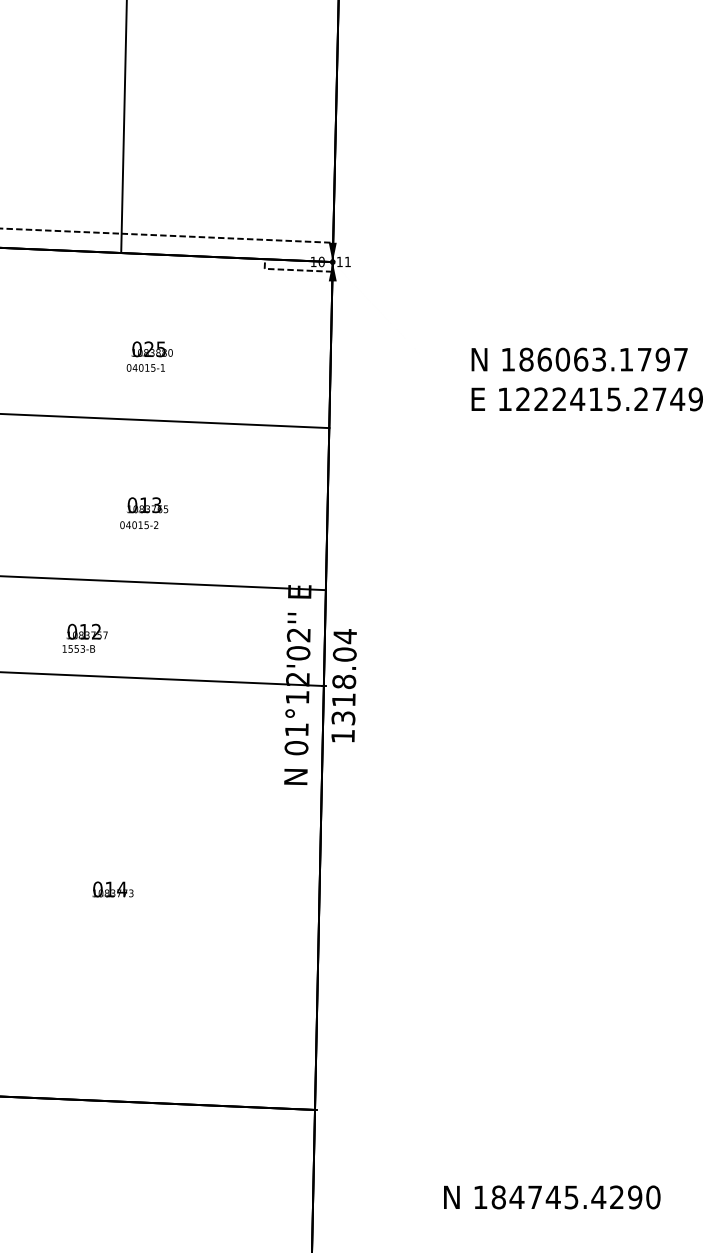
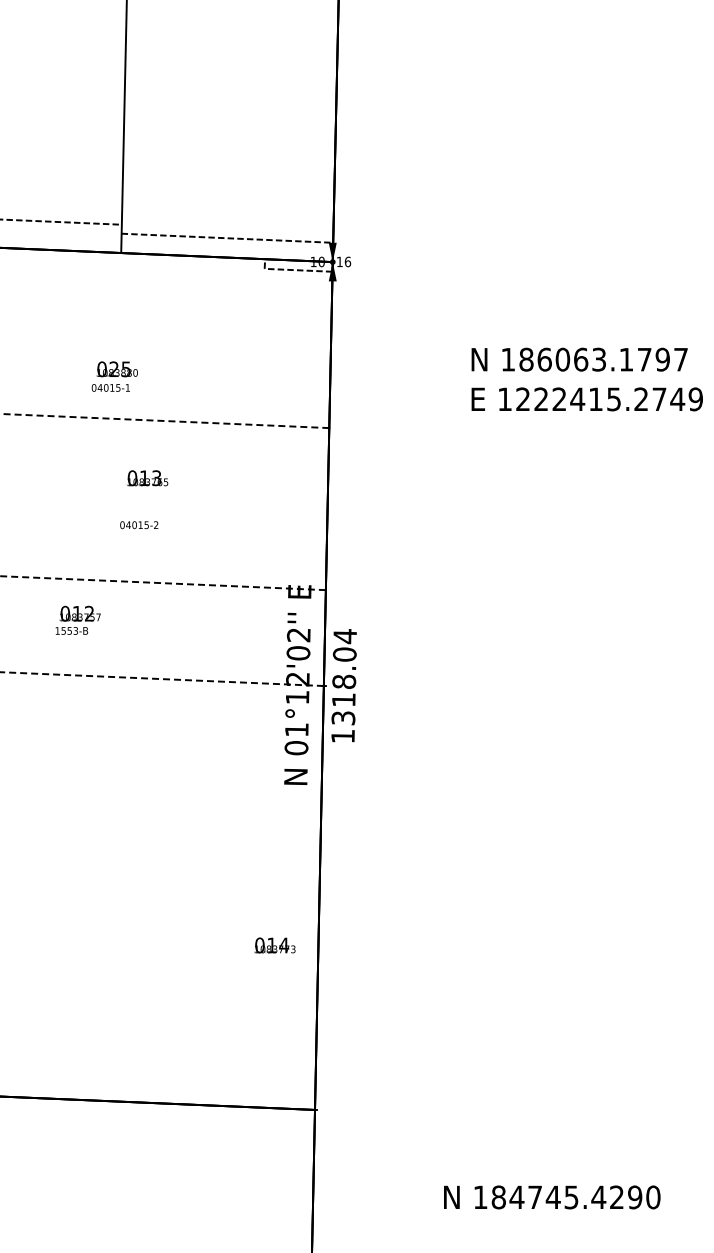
line at (61, 230) position: (61, 230) -> (61, 221)
text at (347, 261): 11 -> 16
text at (149, 356) position: (149, 356) -> (114, 376)
line at (164, 421): solid -> dashed
text at (147, 505) position: (147, 505) -> (147, 478)
line at (163, 583): solid -> dashed
text at (84, 637) position: (84, 637) -> (77, 619)
line at (162, 679): solid -> dashed
text at (112, 889) position: (112, 889) -> (274, 945)
